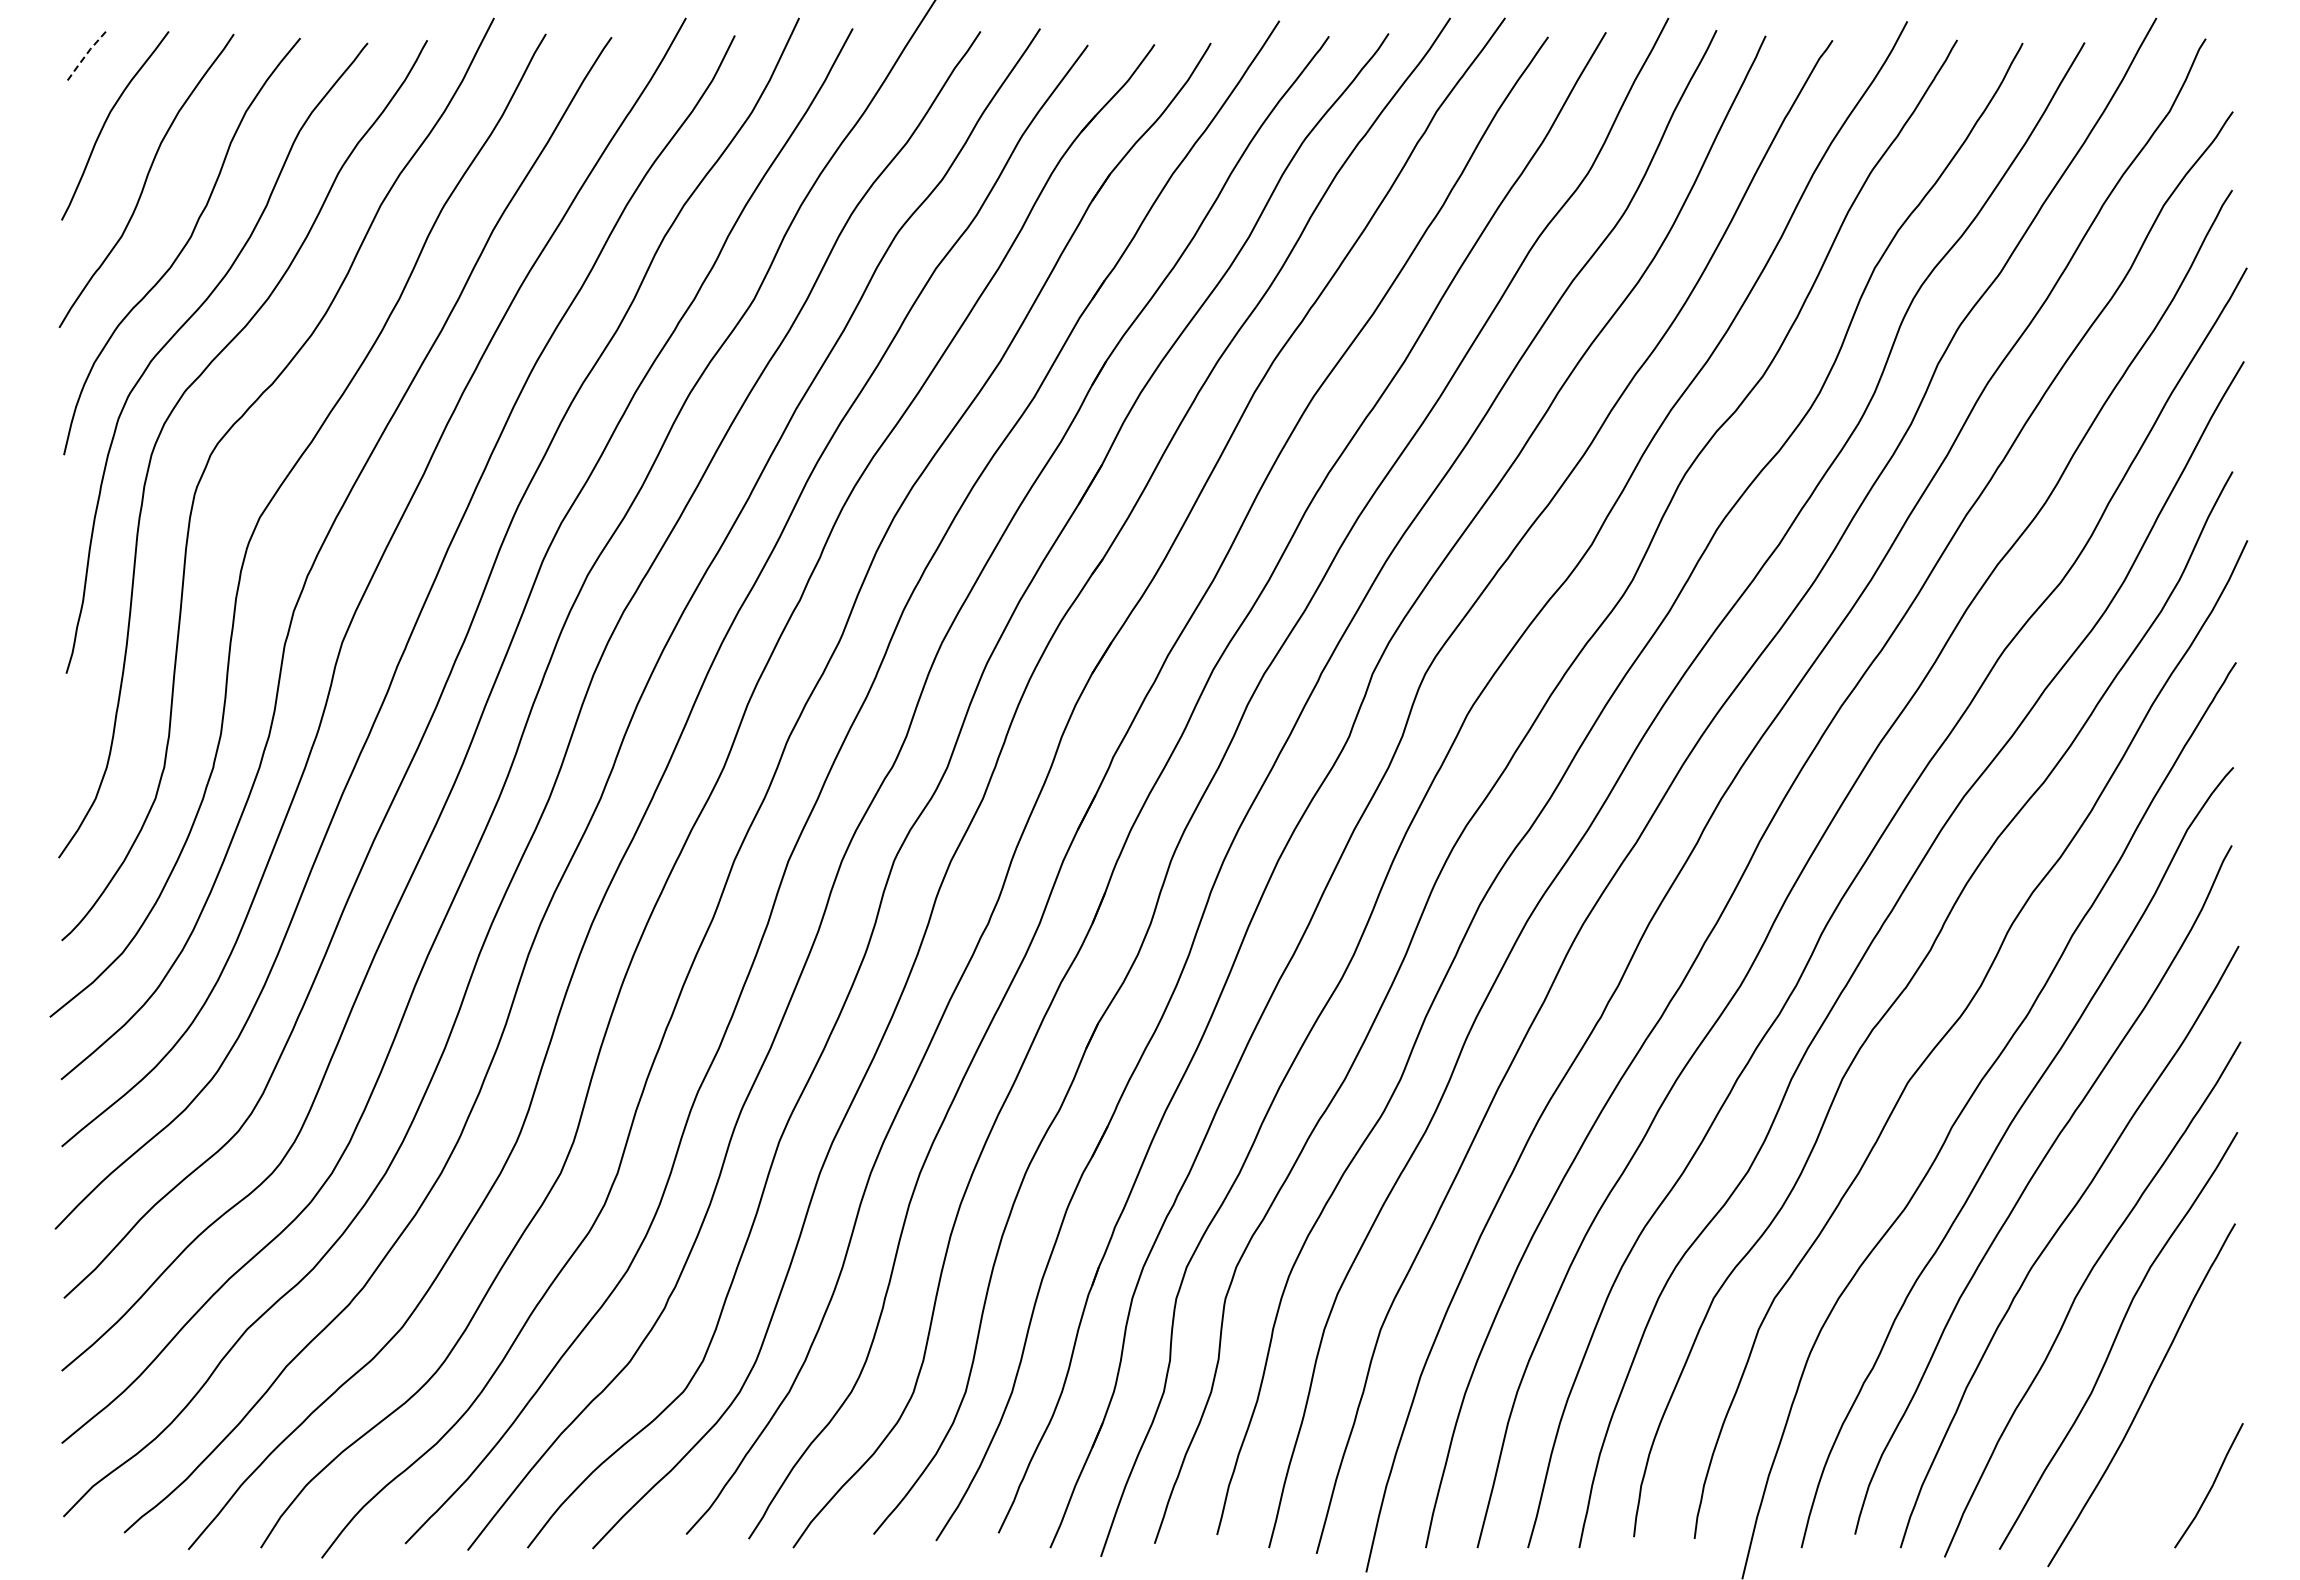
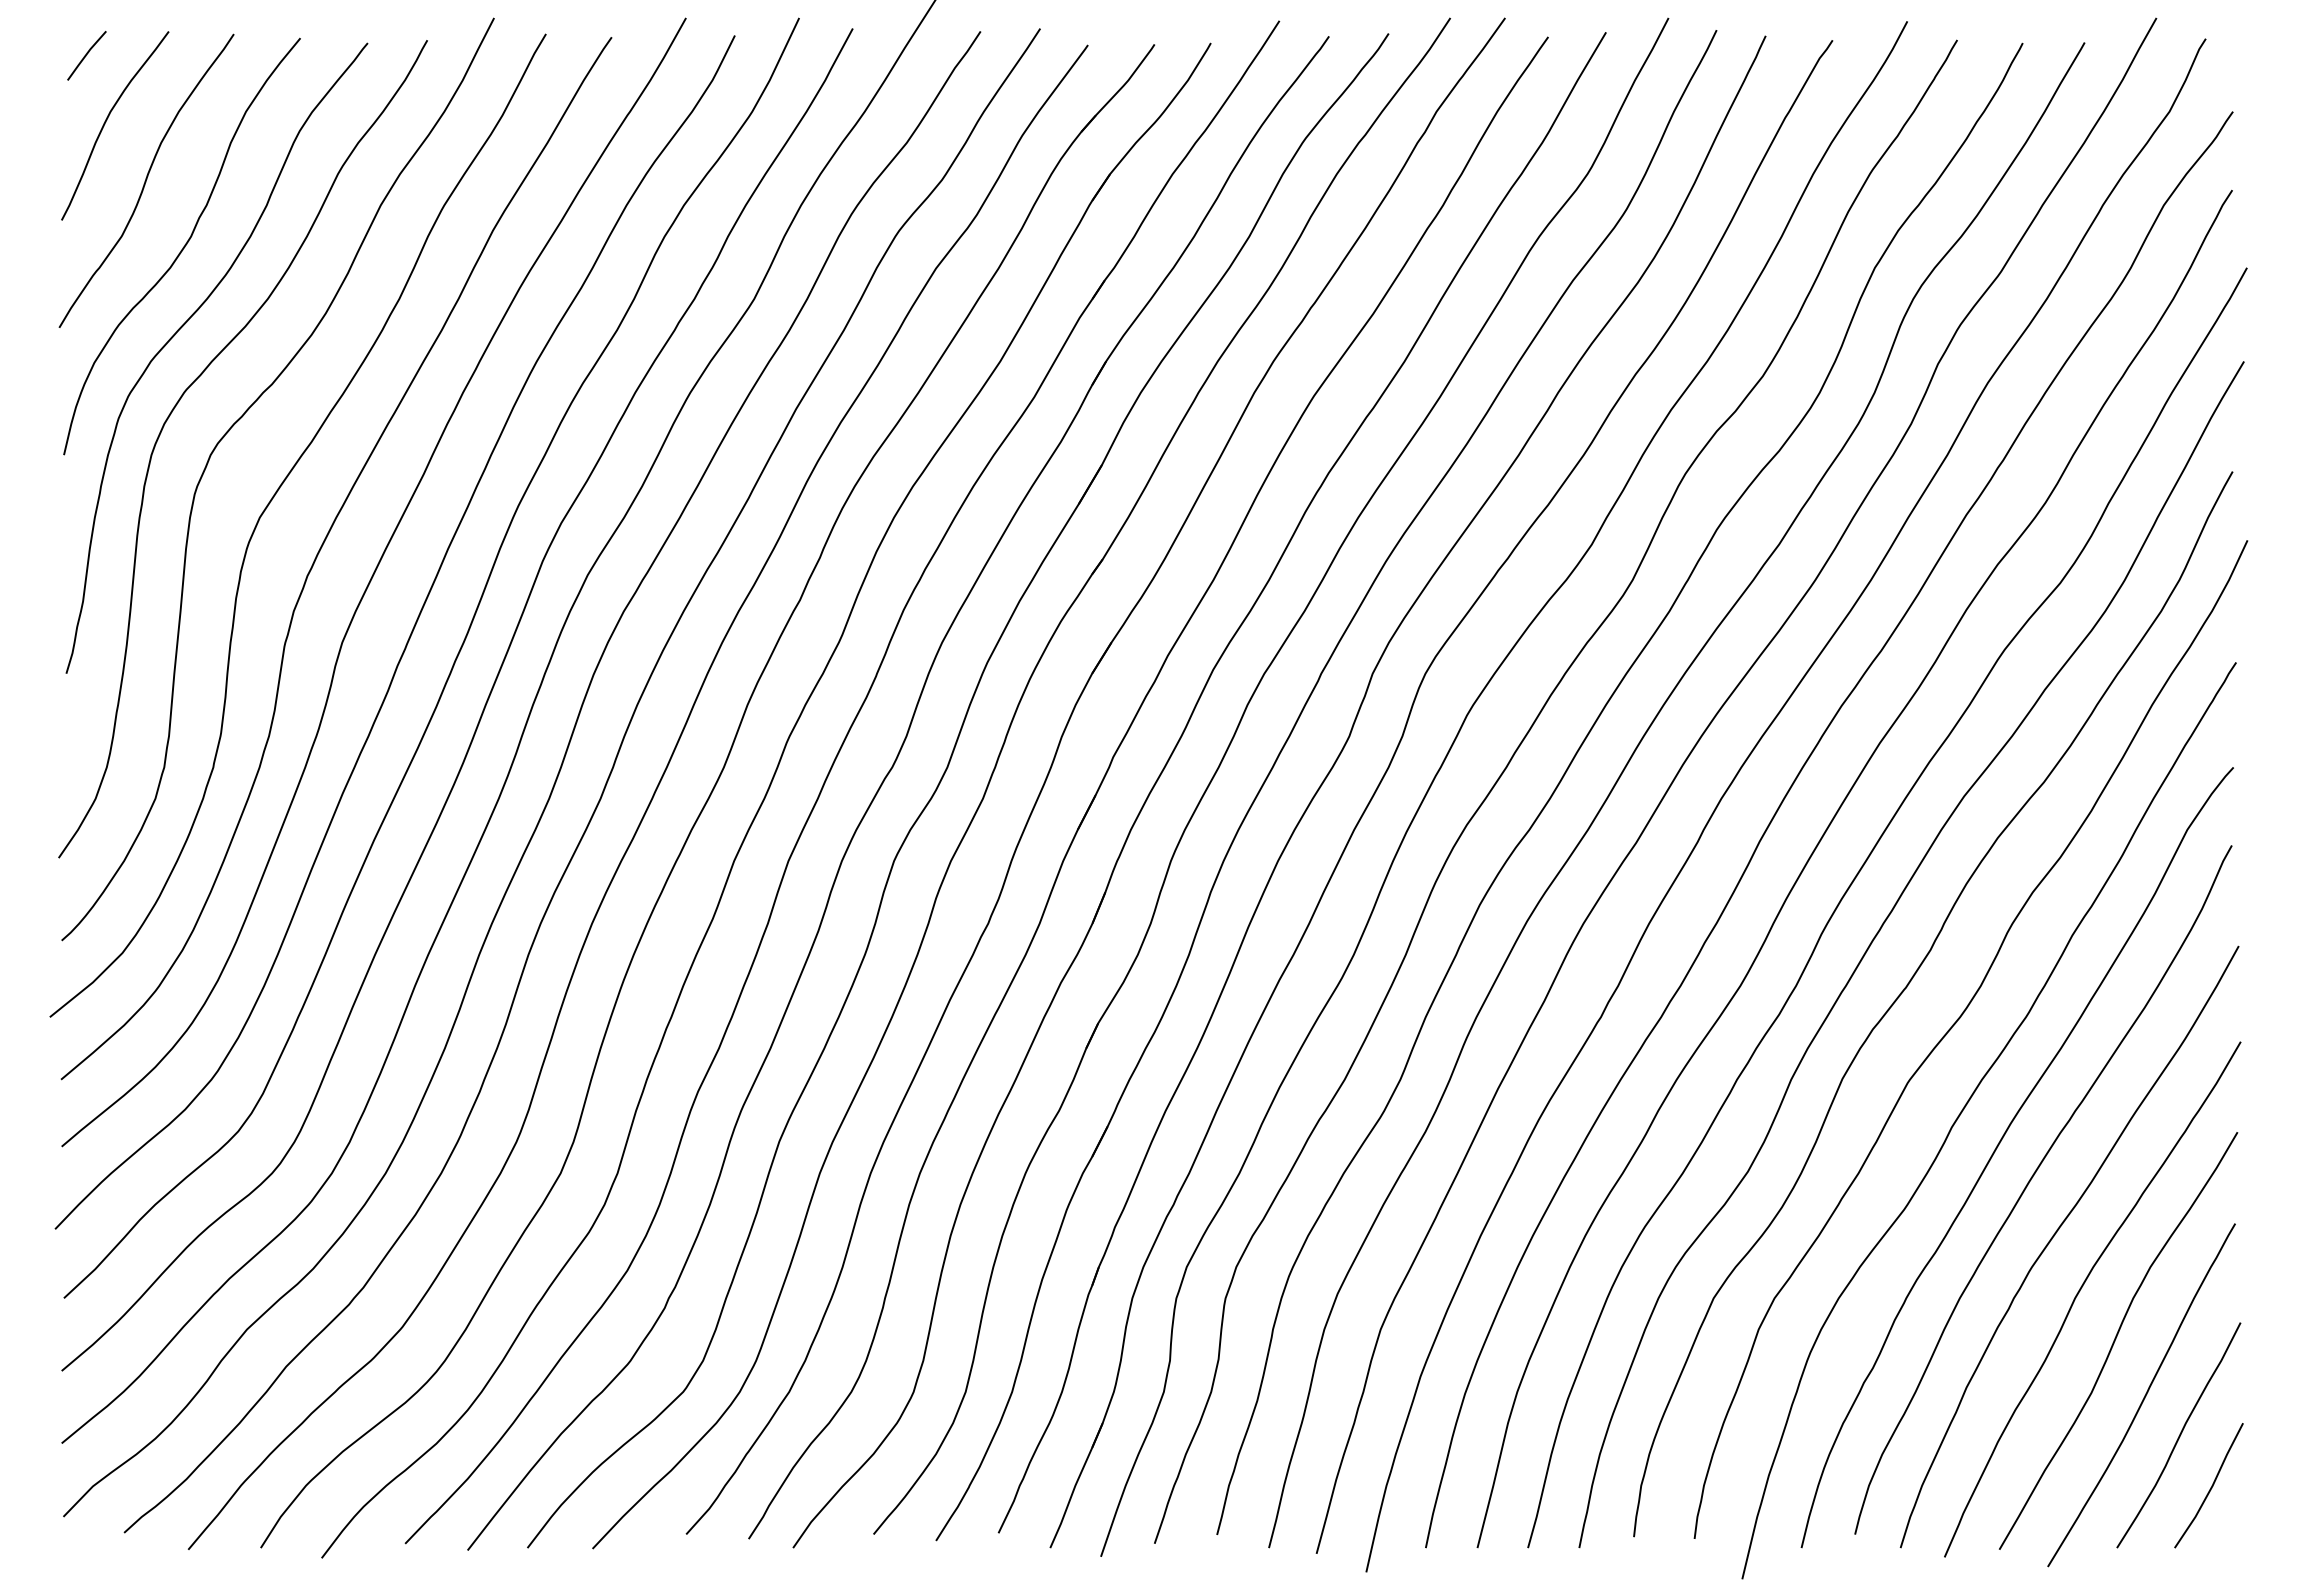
line at (85, 55): dashed -> solid
curve at (2179, 1435): none -> present
